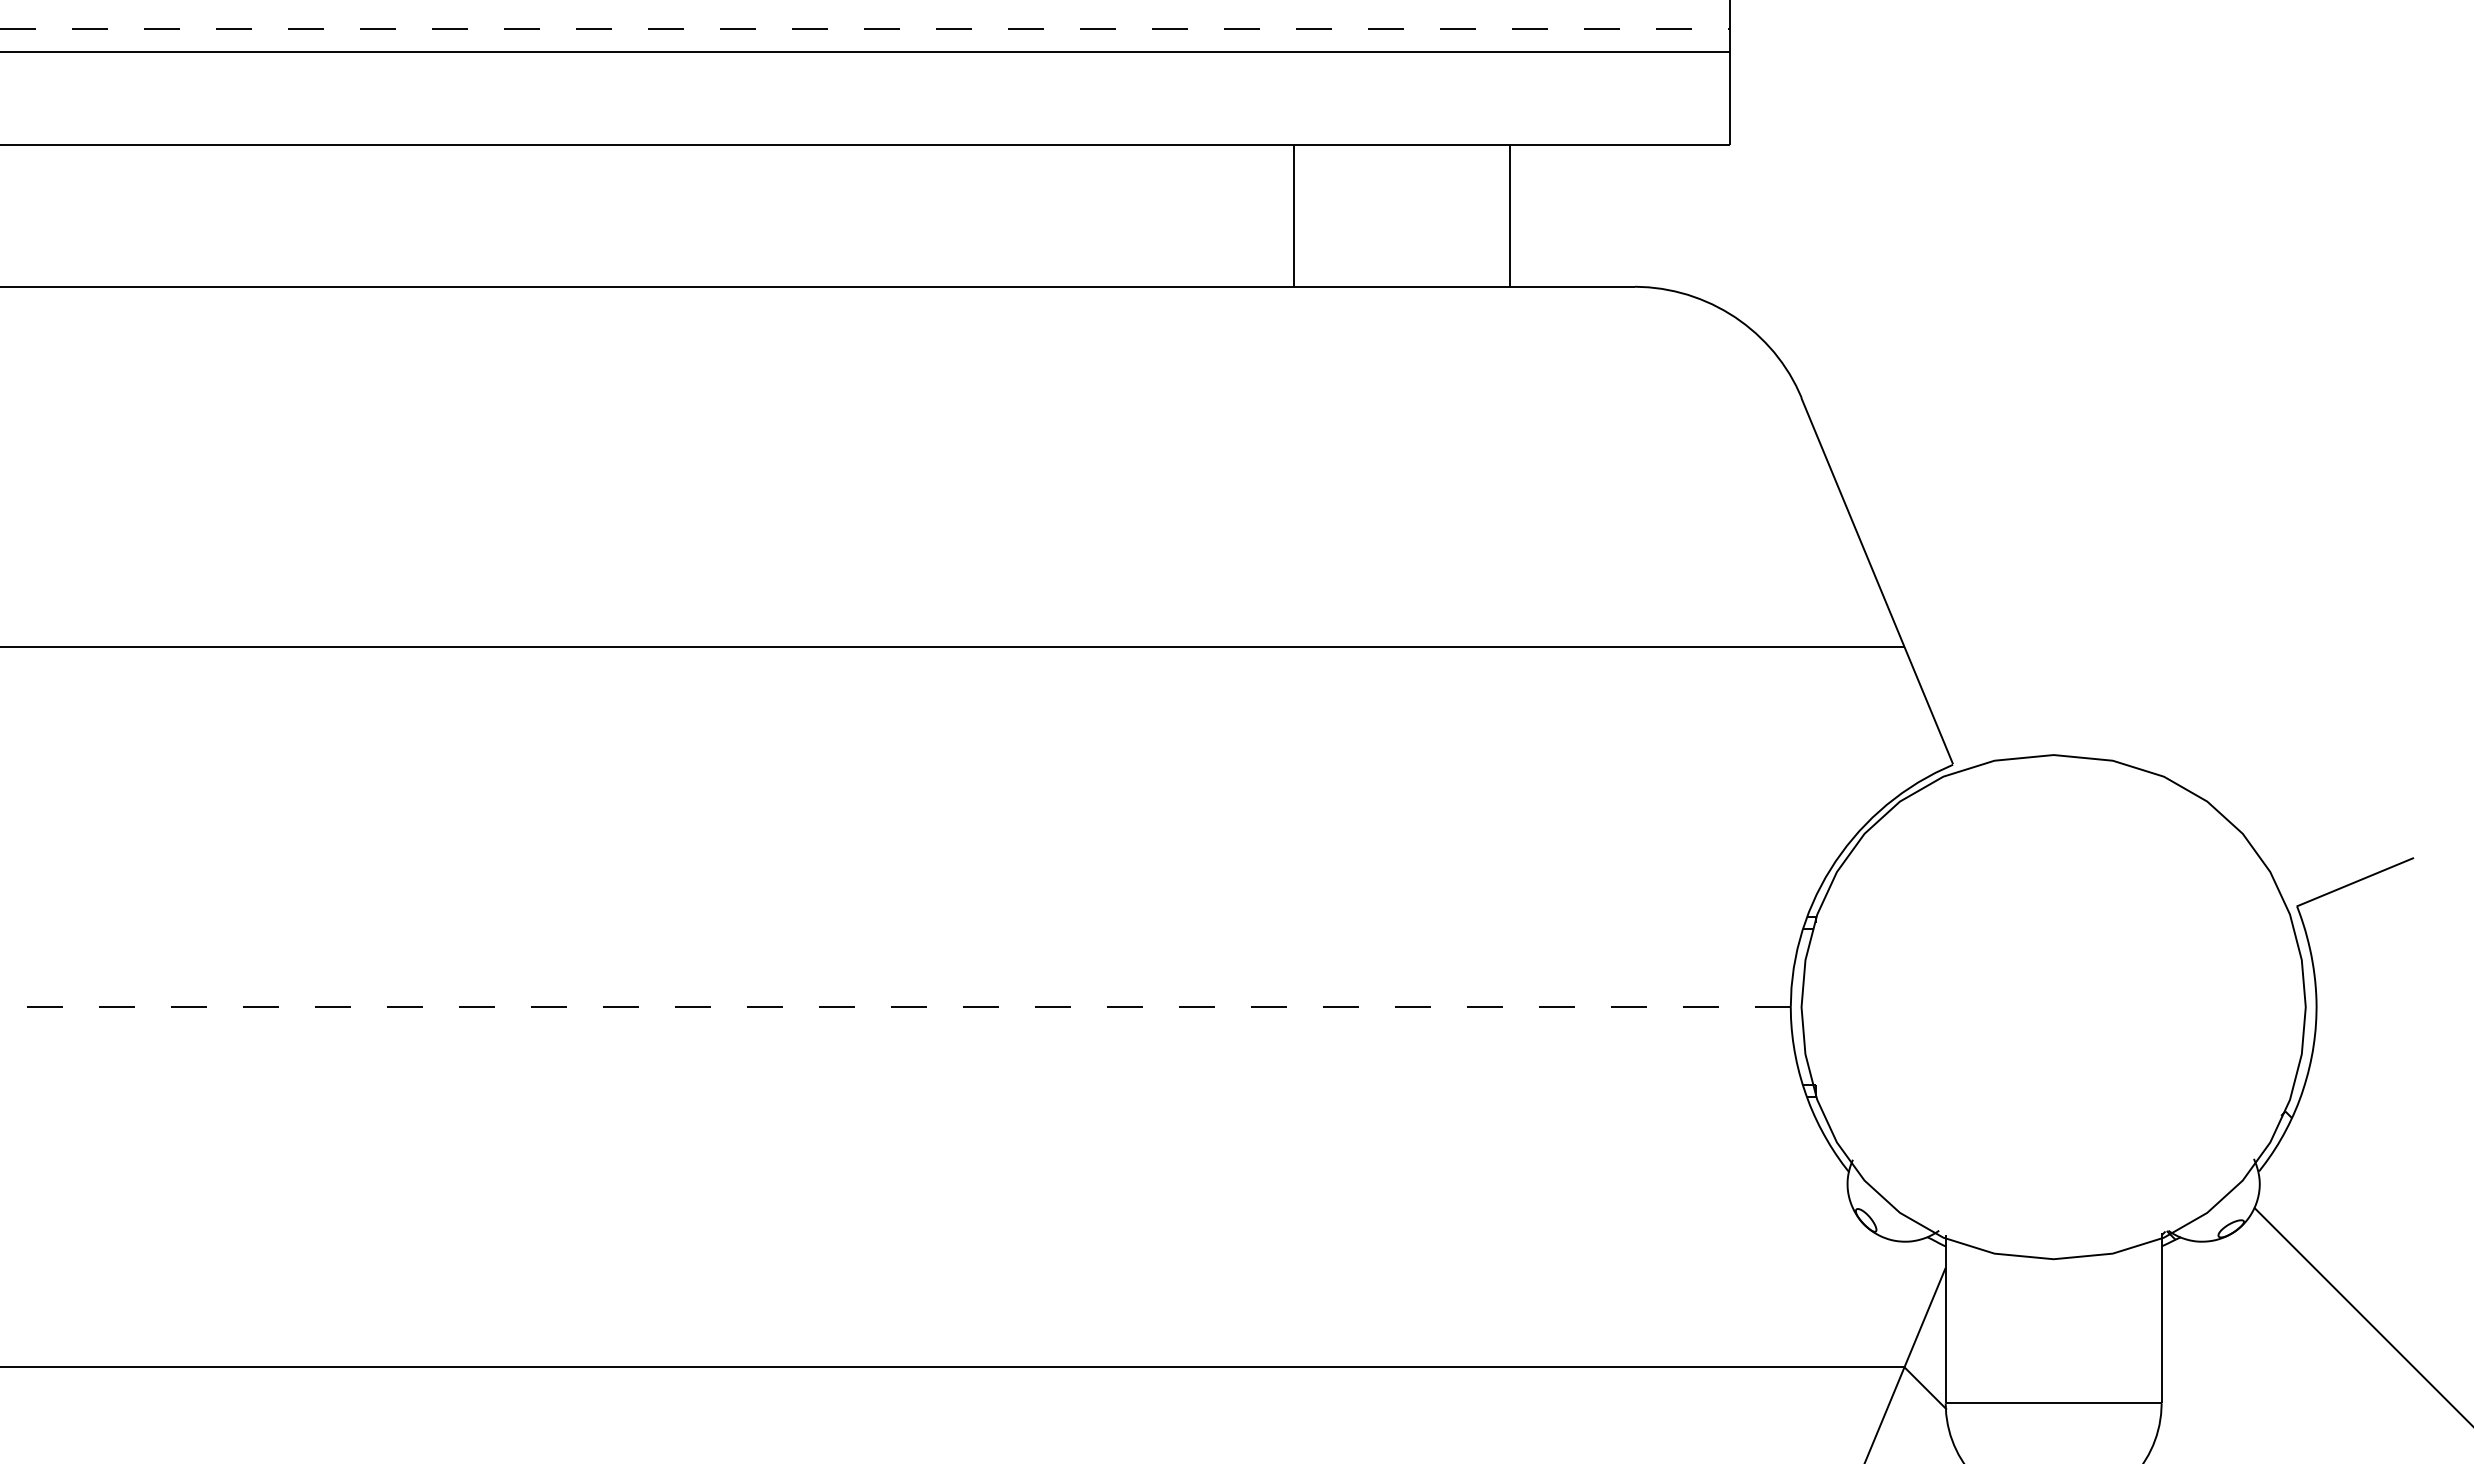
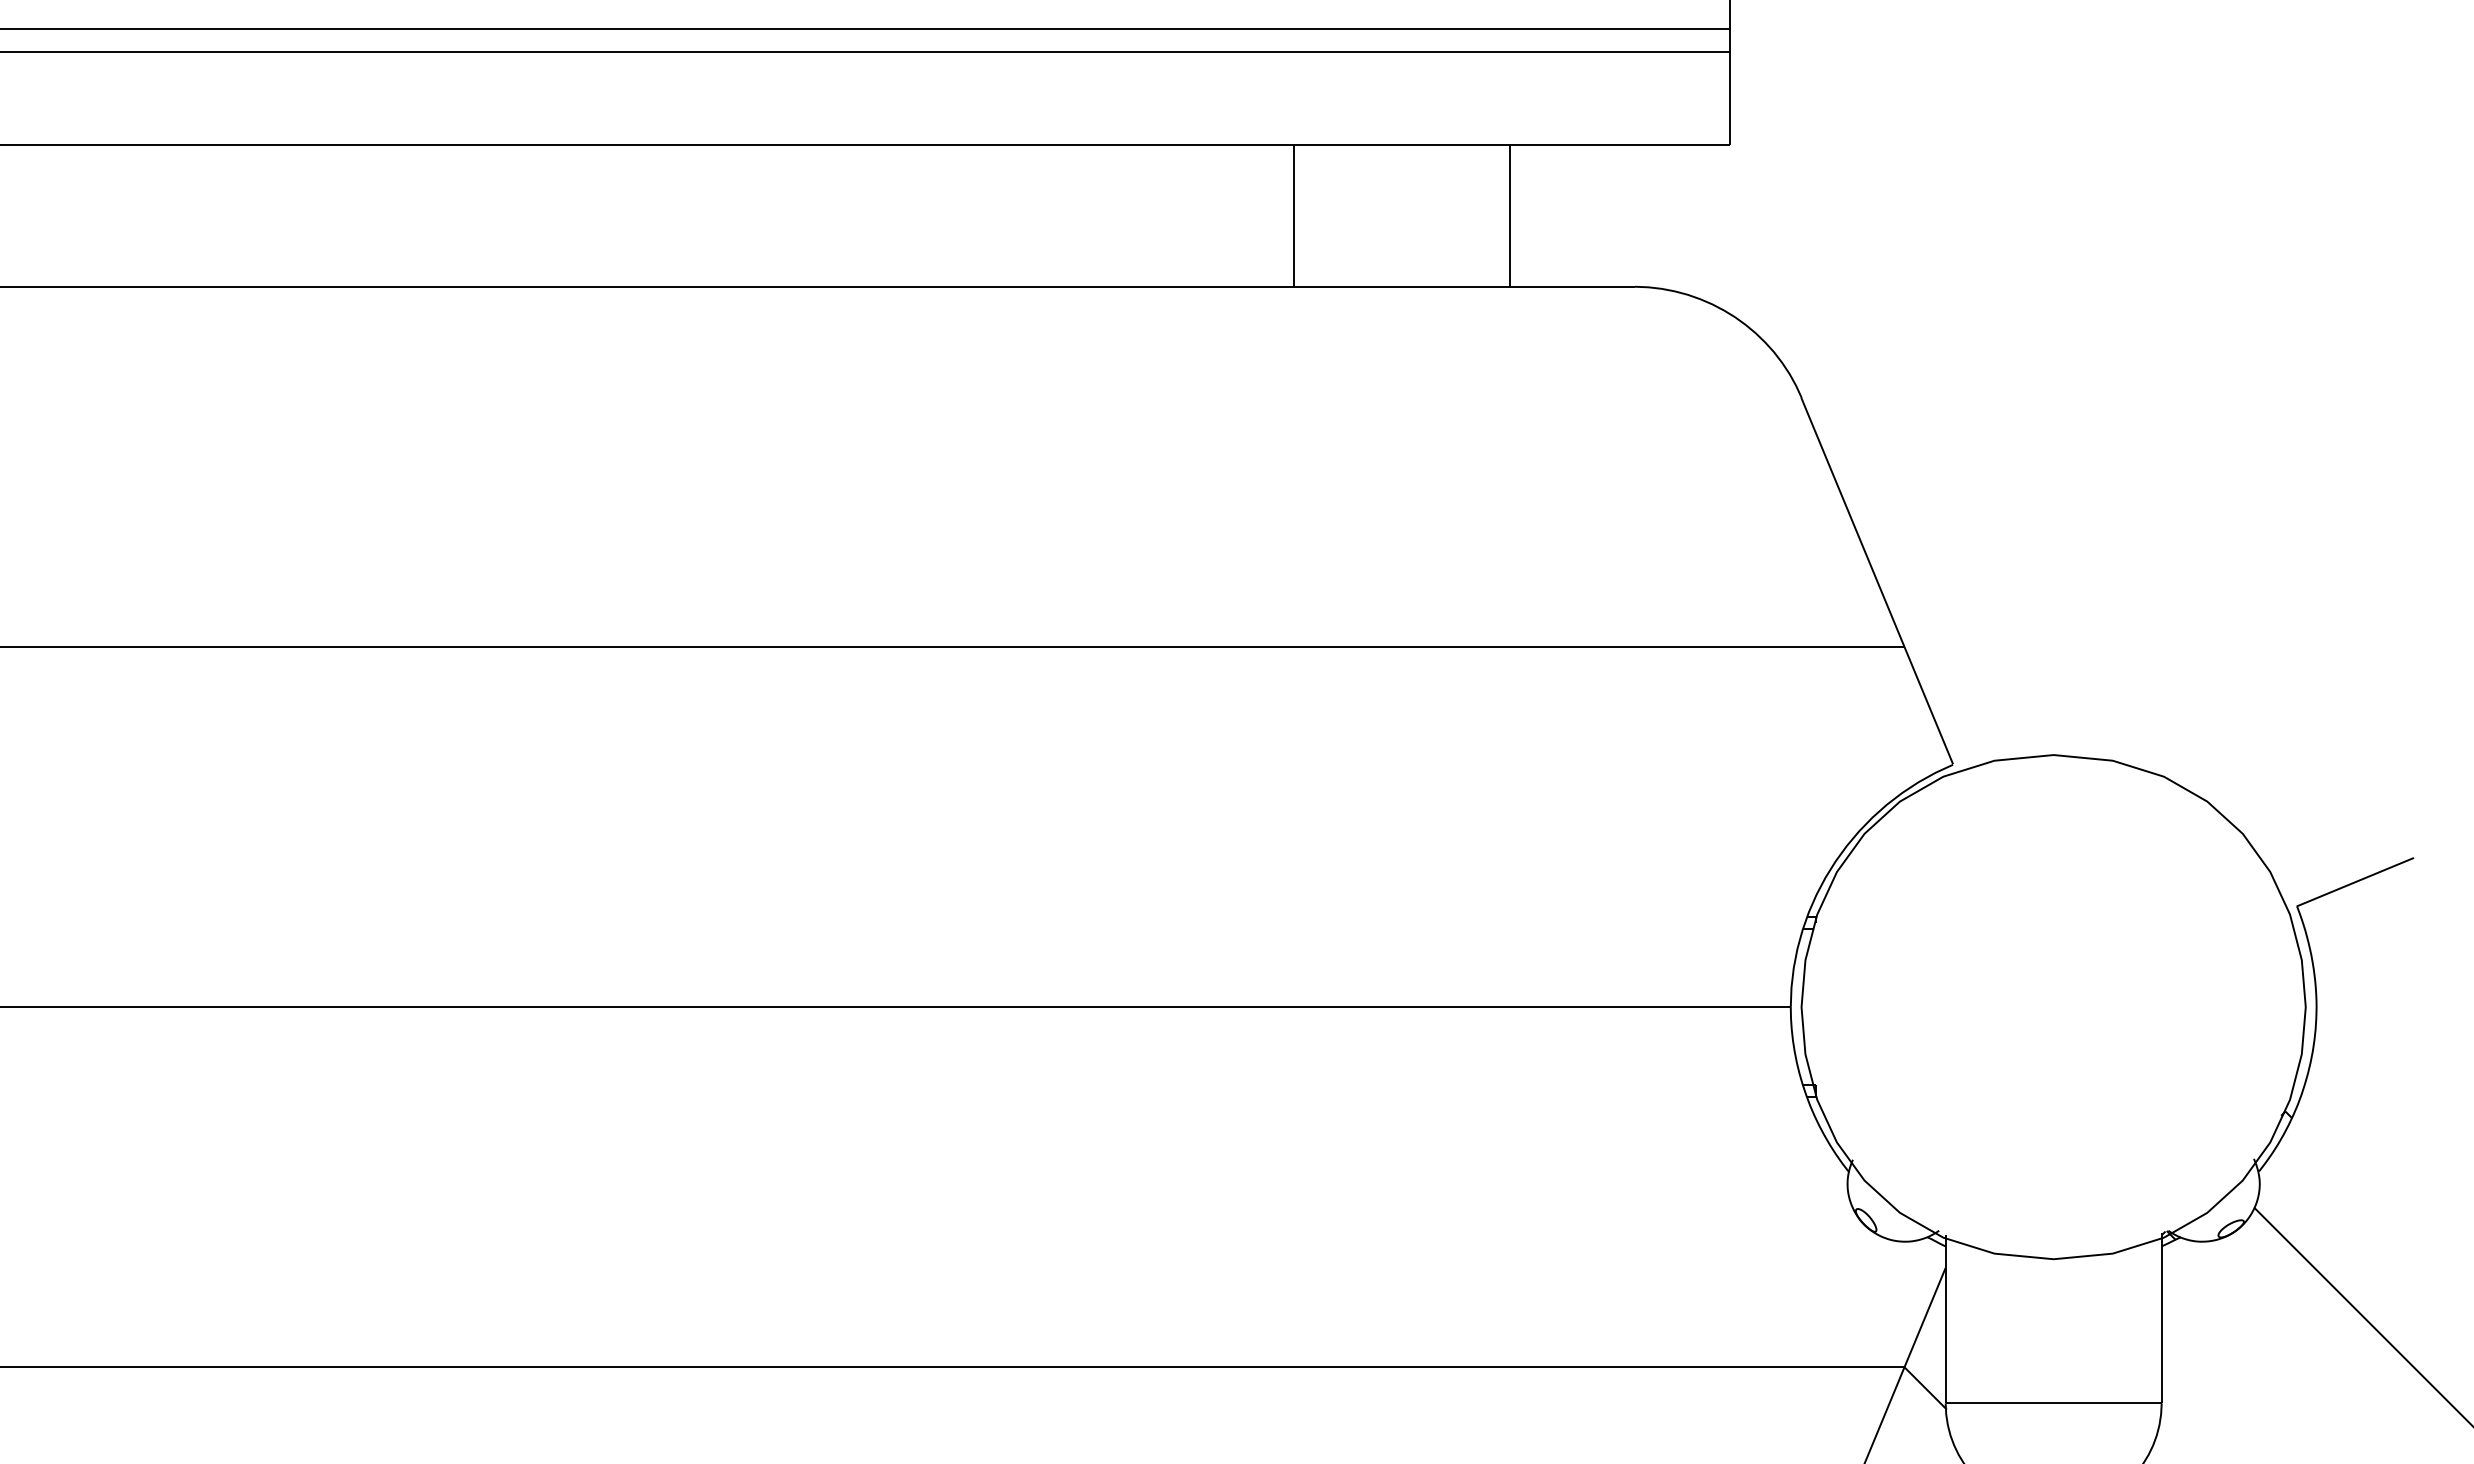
line at (865, 28): dashed -> solid
line at (895, 1007): dashed -> solid
